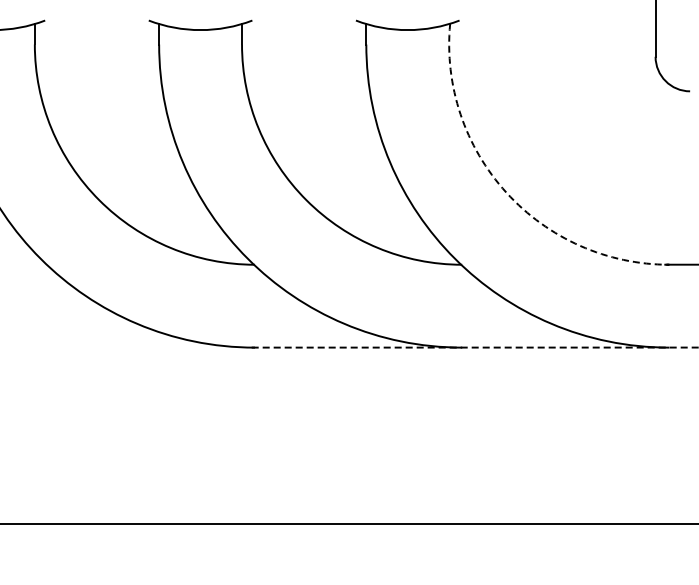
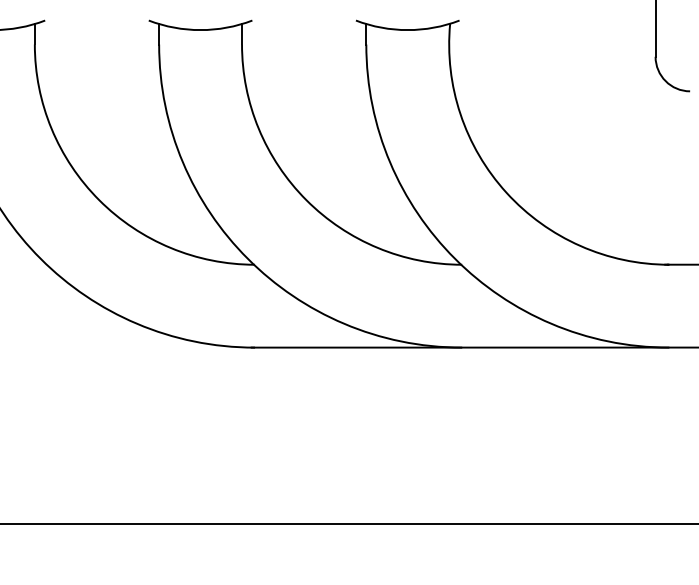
arc at (506, 192): dashed -> solid
line at (475, 347): dashed -> solid
